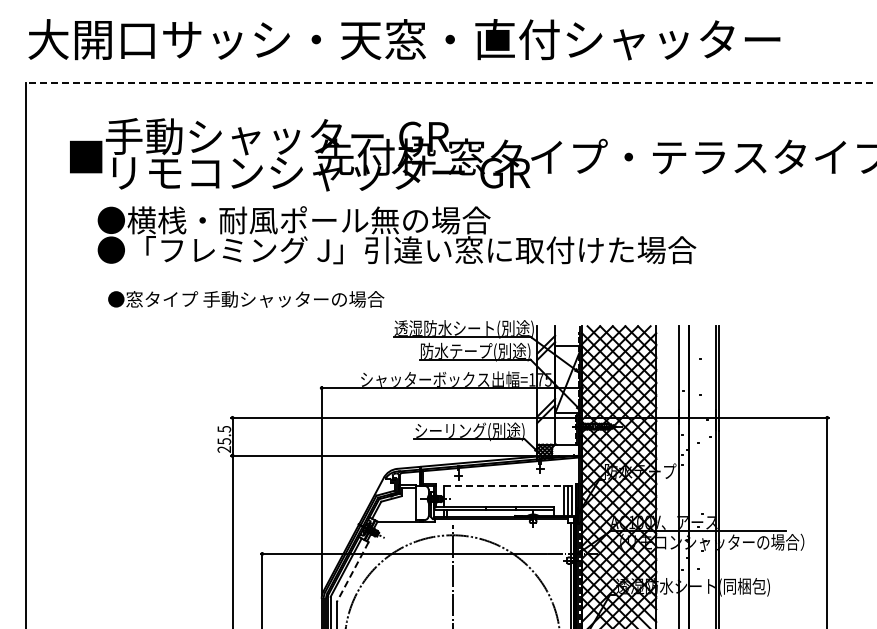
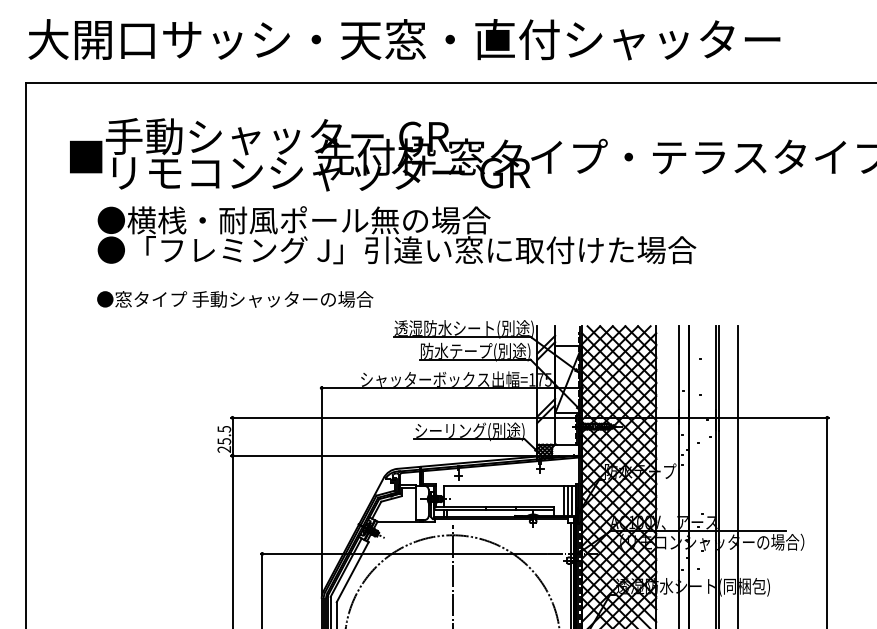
line at (451, 83): dashed -> solid
text at (246, 299) position: (246, 299) -> (235, 299)
line at (738, 475): none -> present
line at (510, 485): dashed -> solid
line at (352, 572): dashed -> solid
